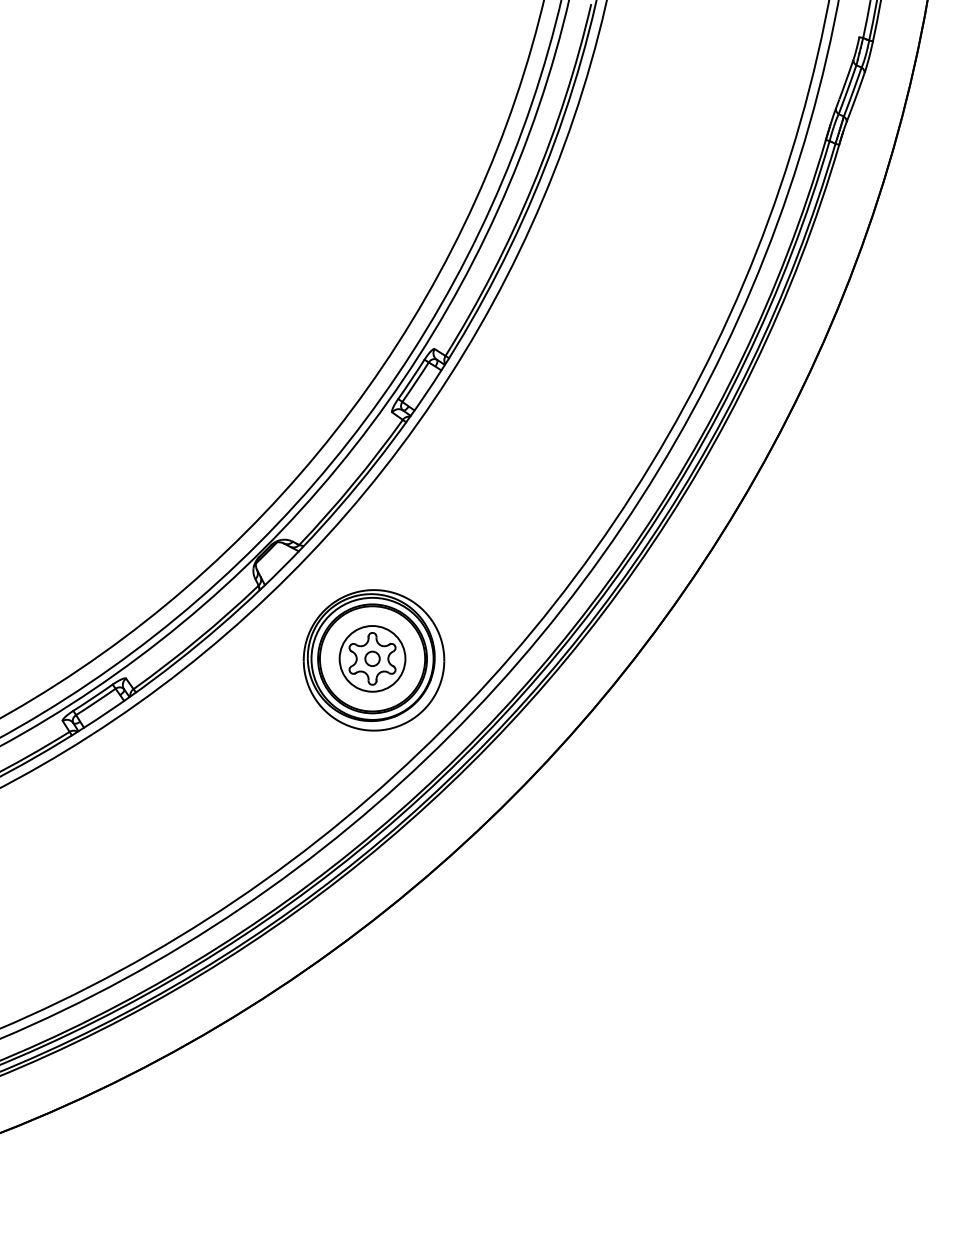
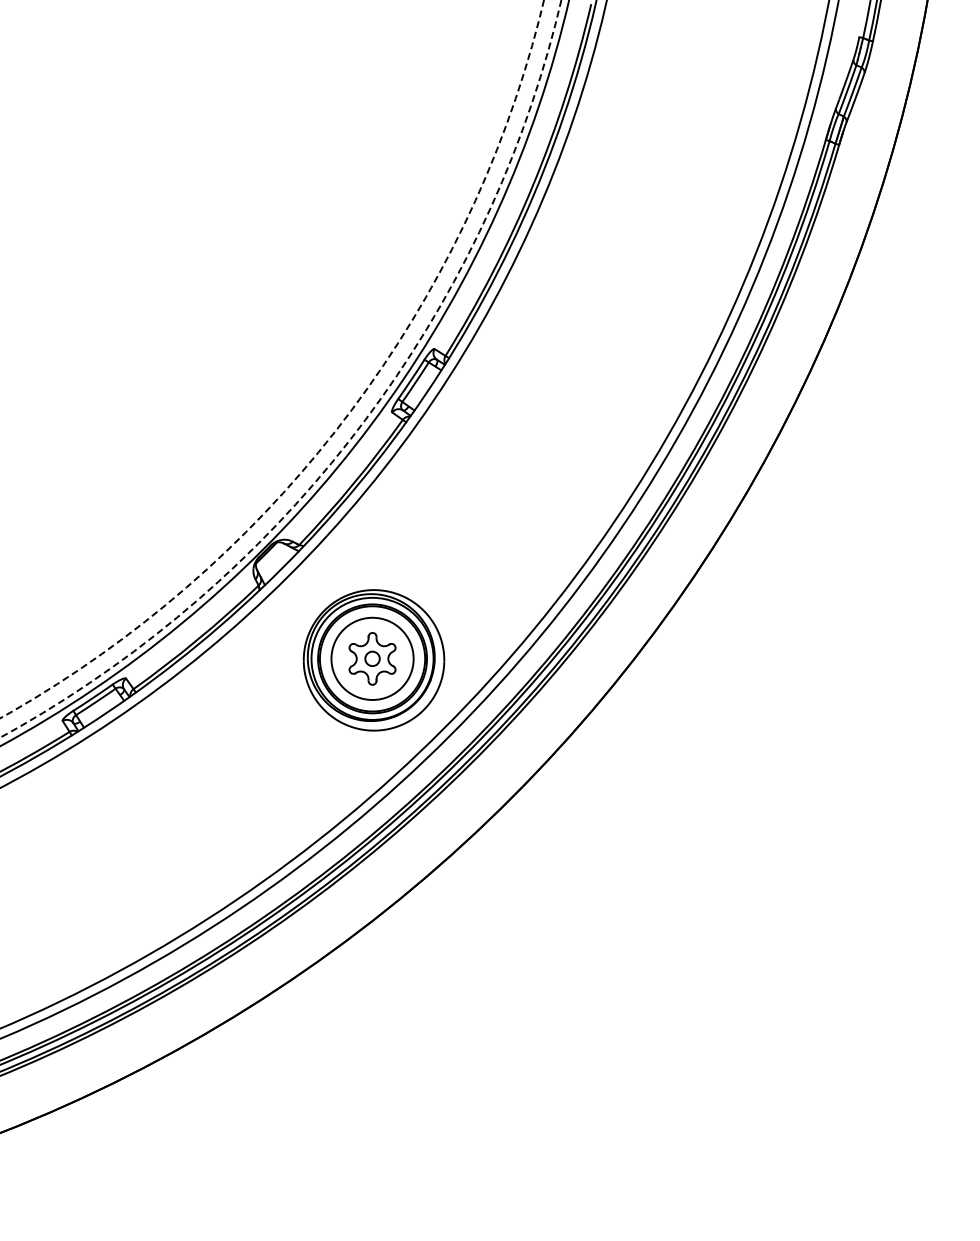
circle at (271, 359): solid -> dashed
circle at (280, 368): solid -> dashed
circle at (372, 658) diameter: 66 px -> 82 px
